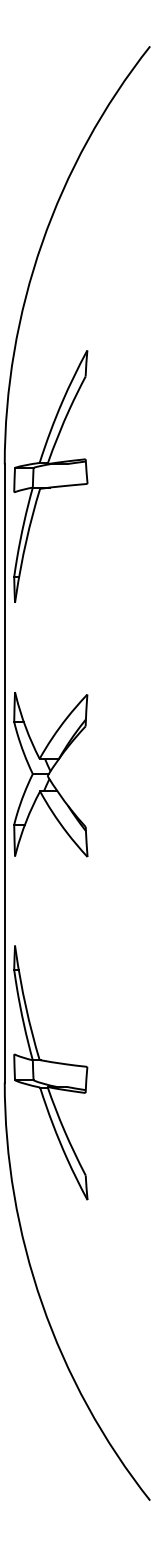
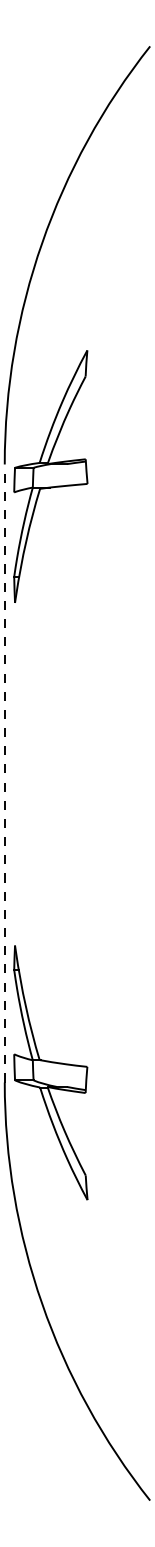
line at (4, 773): solid -> dashed
part at (50, 774): present -> none
